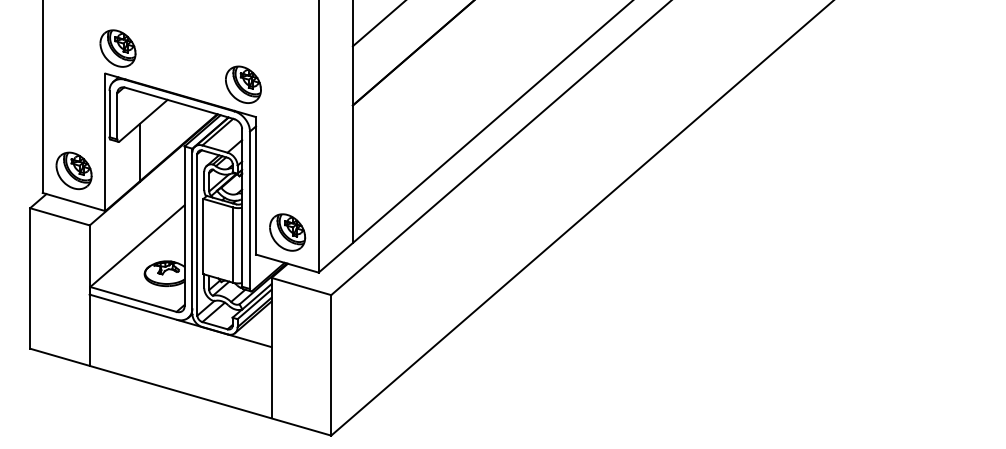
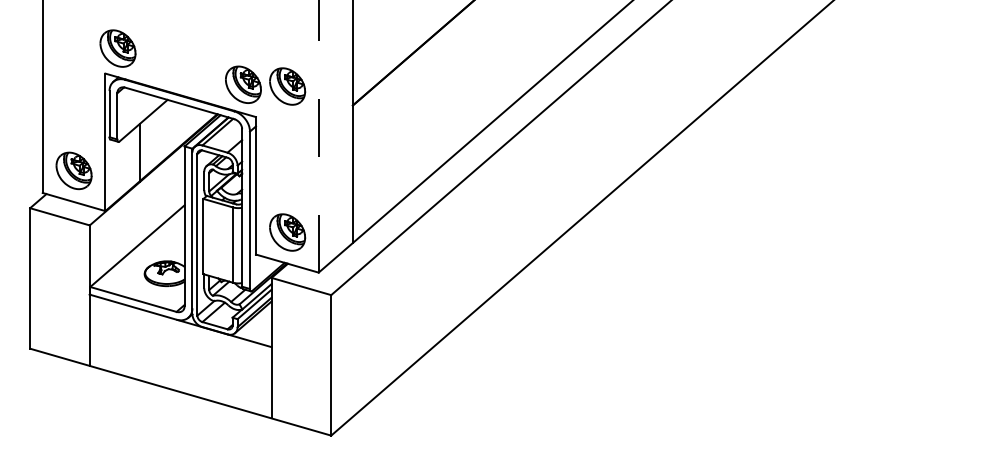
line at (377, 24): present -> none
part at (287, 86): none -> present
line at (318, 136): solid -> dashed
